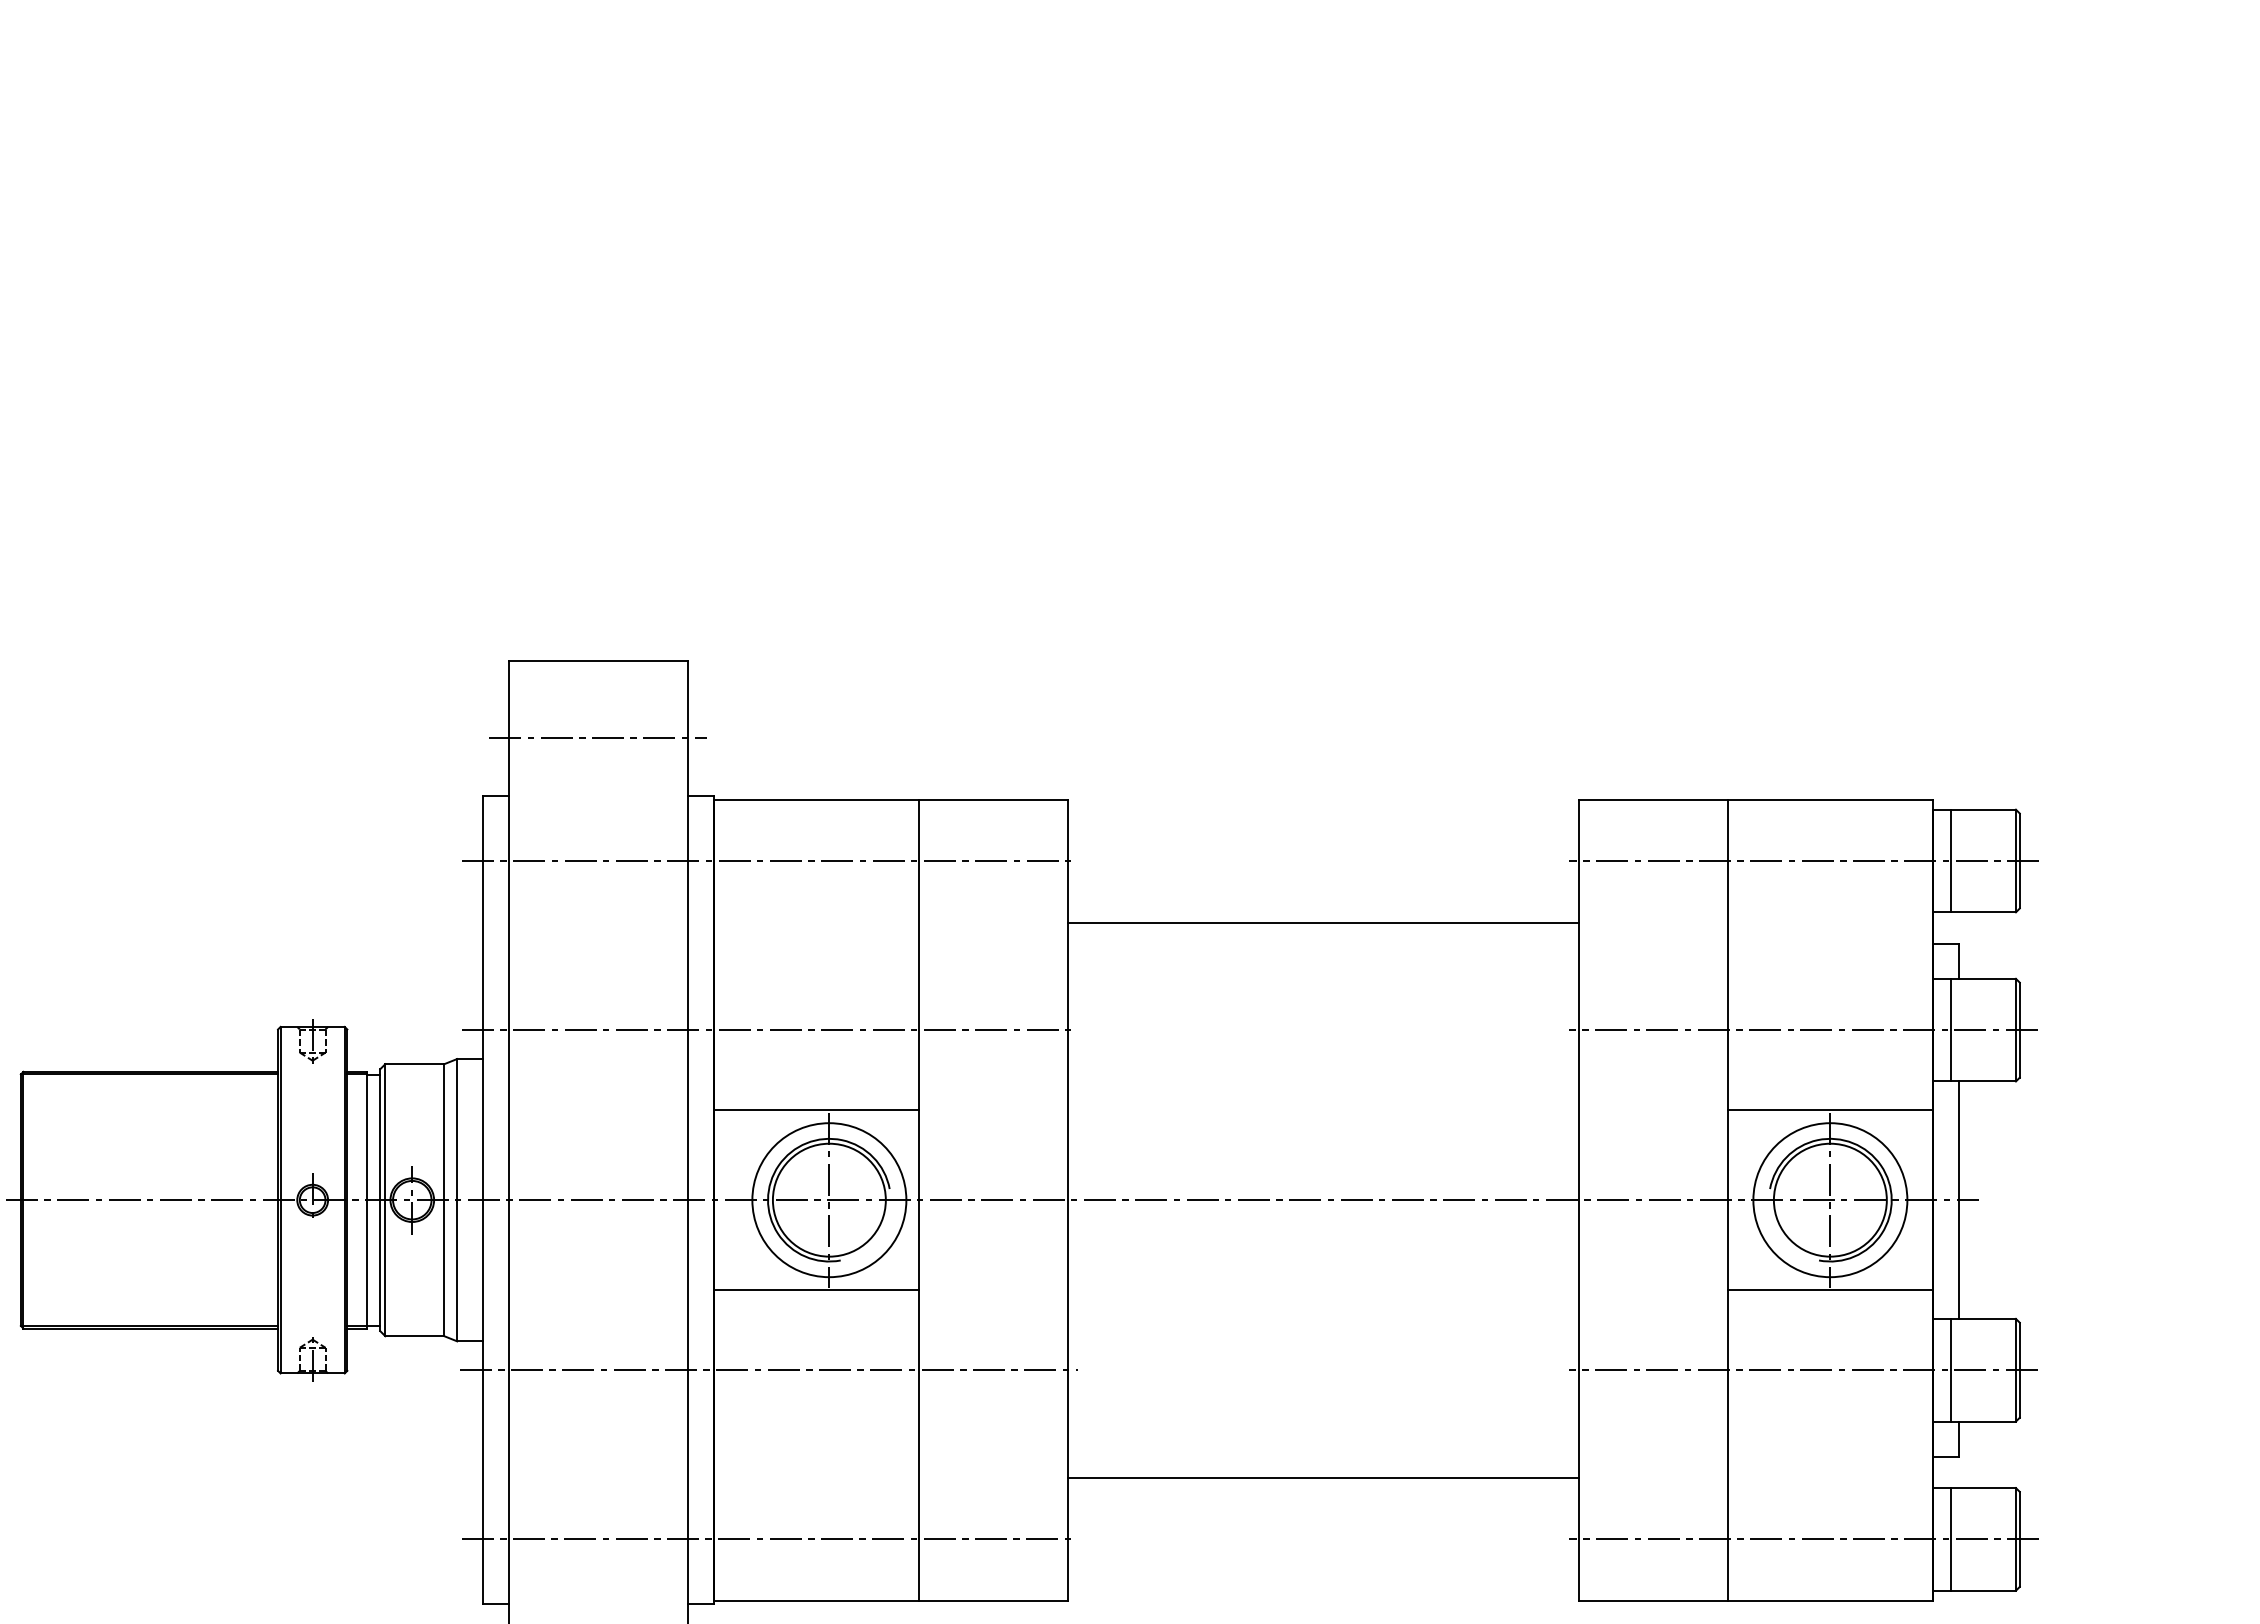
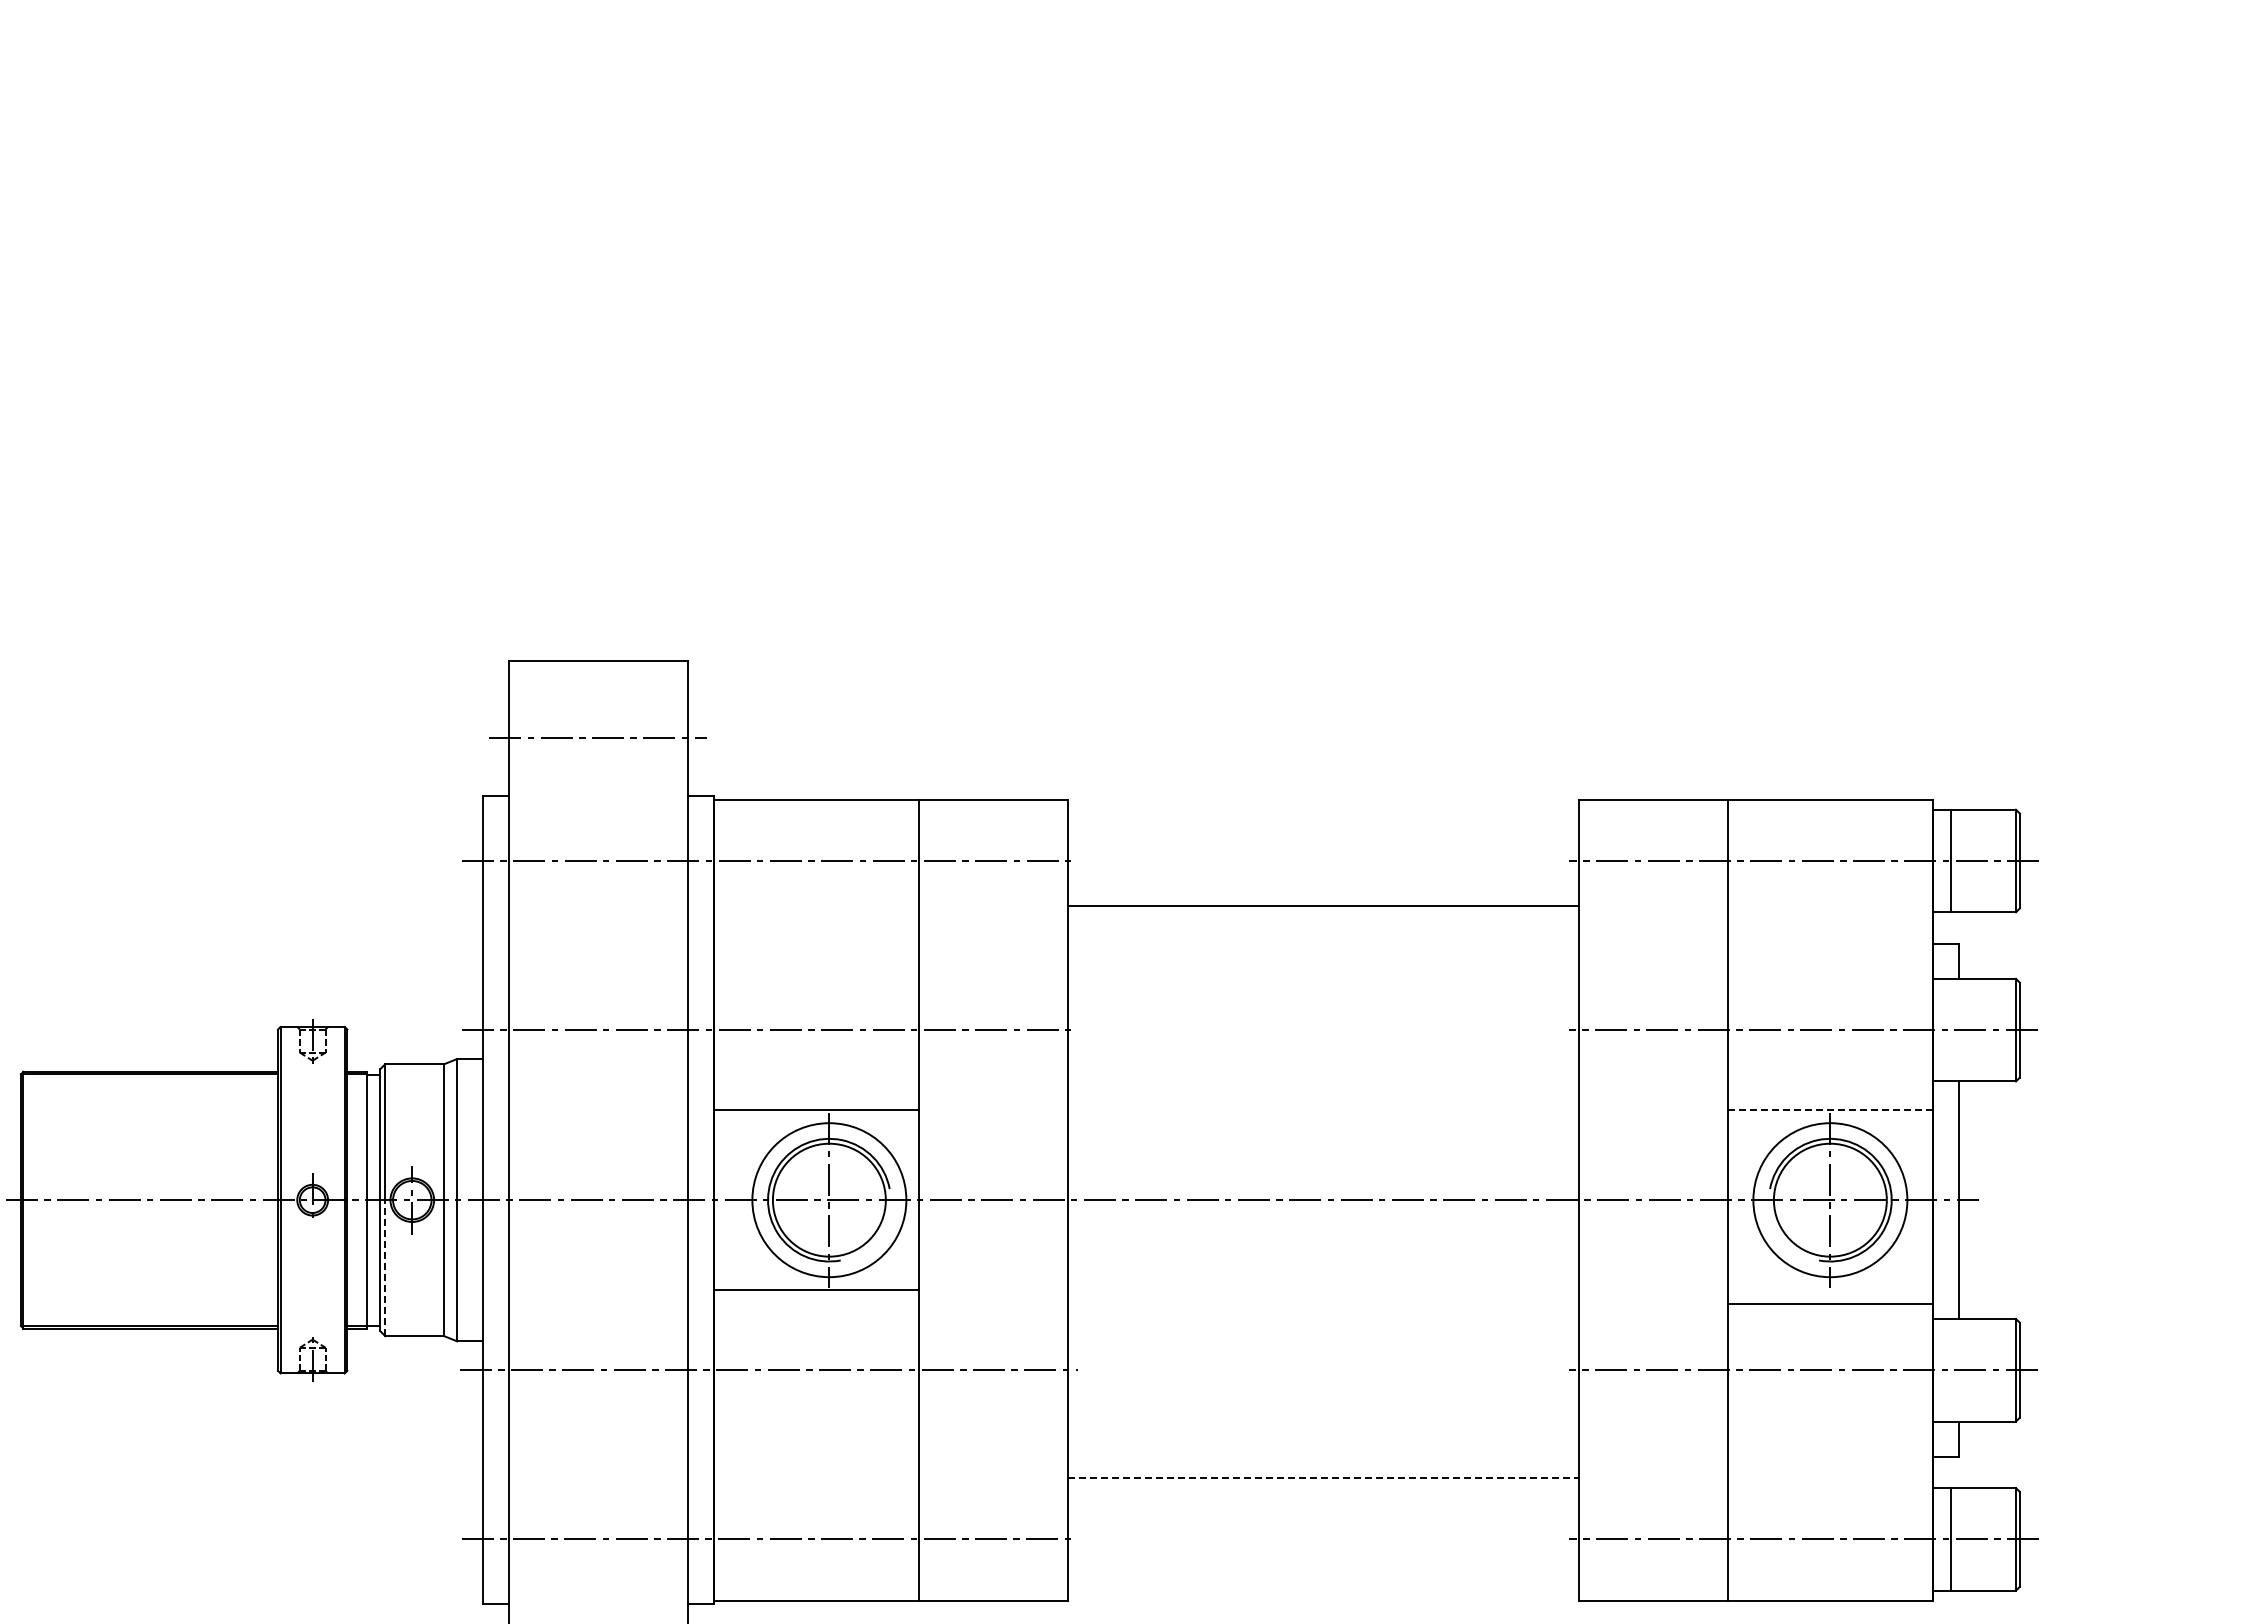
line at (1323, 922) position: (1323, 922) -> (1323, 905)
line at (1950, 1029): present -> none
line at (1830, 1110): solid -> dashed
line at (385, 1267): solid -> dashed
line at (1830, 1290) position: (1830, 1290) -> (1830, 1304)
line at (1950, 1369): present -> none
line at (1323, 1477): solid -> dashed
